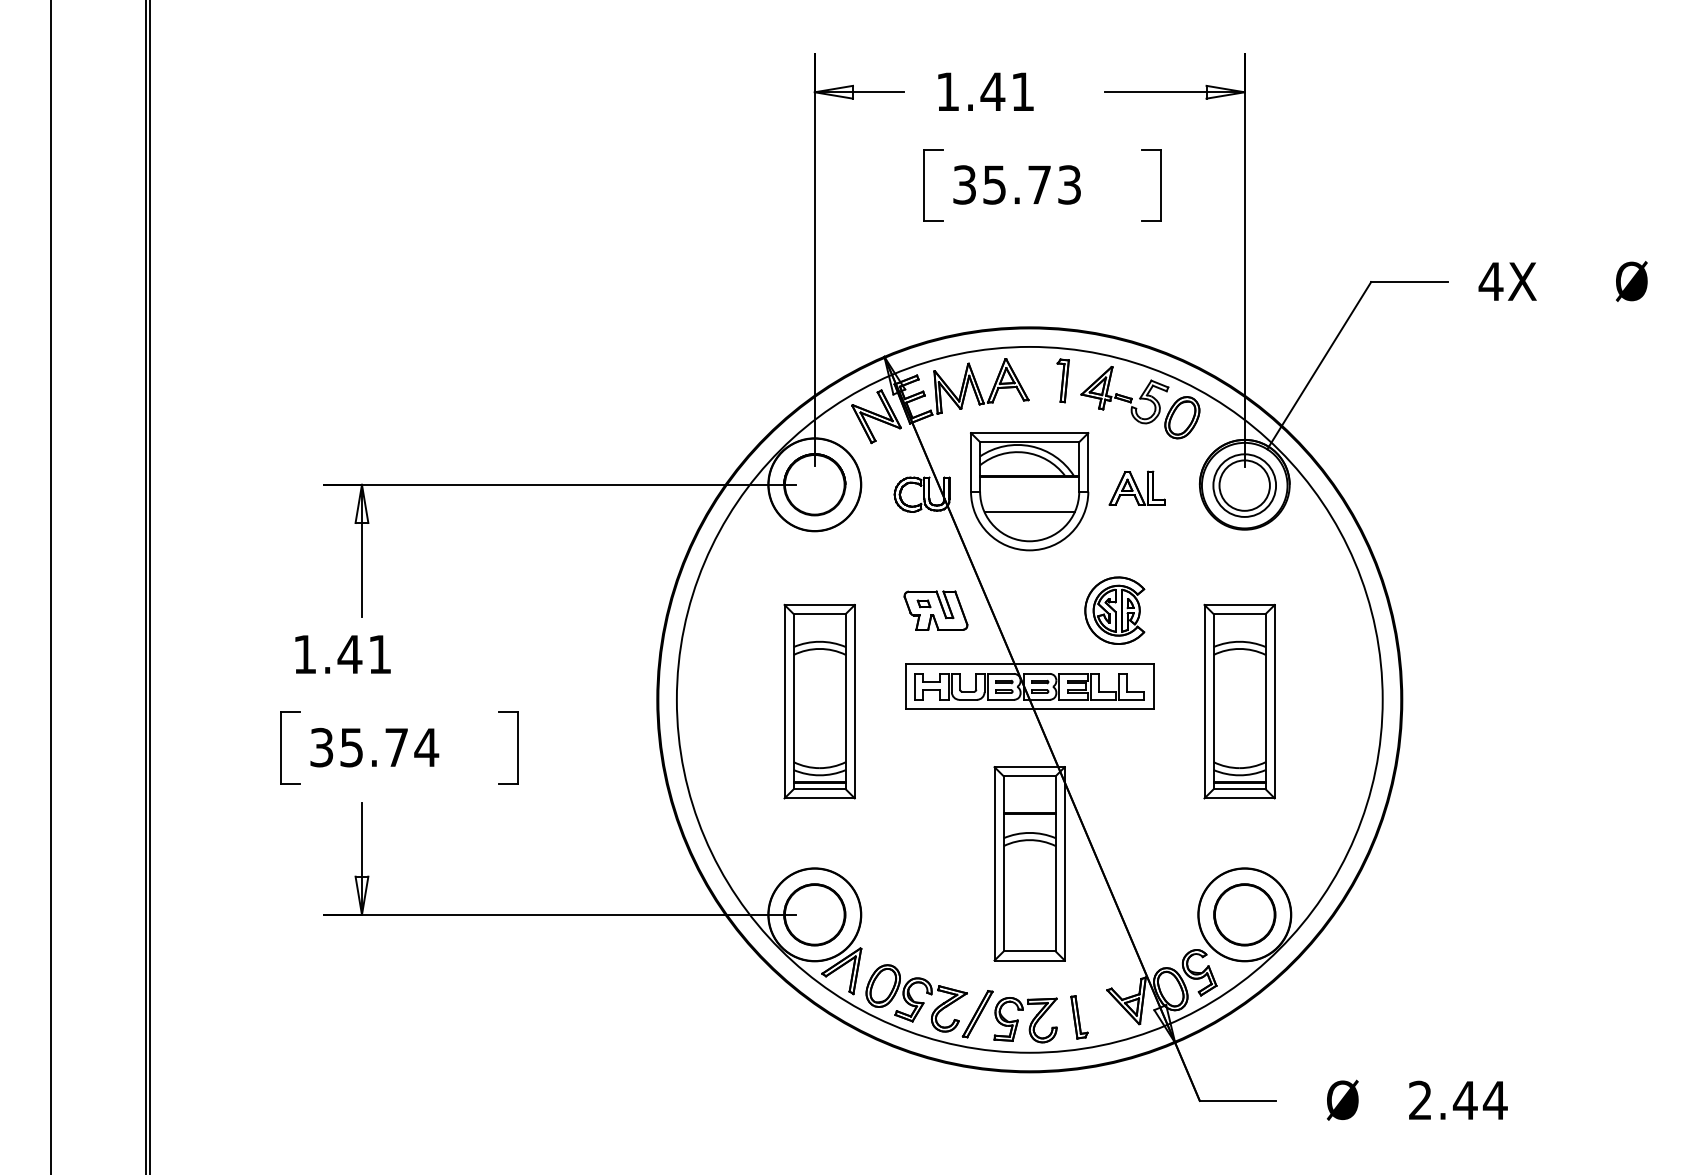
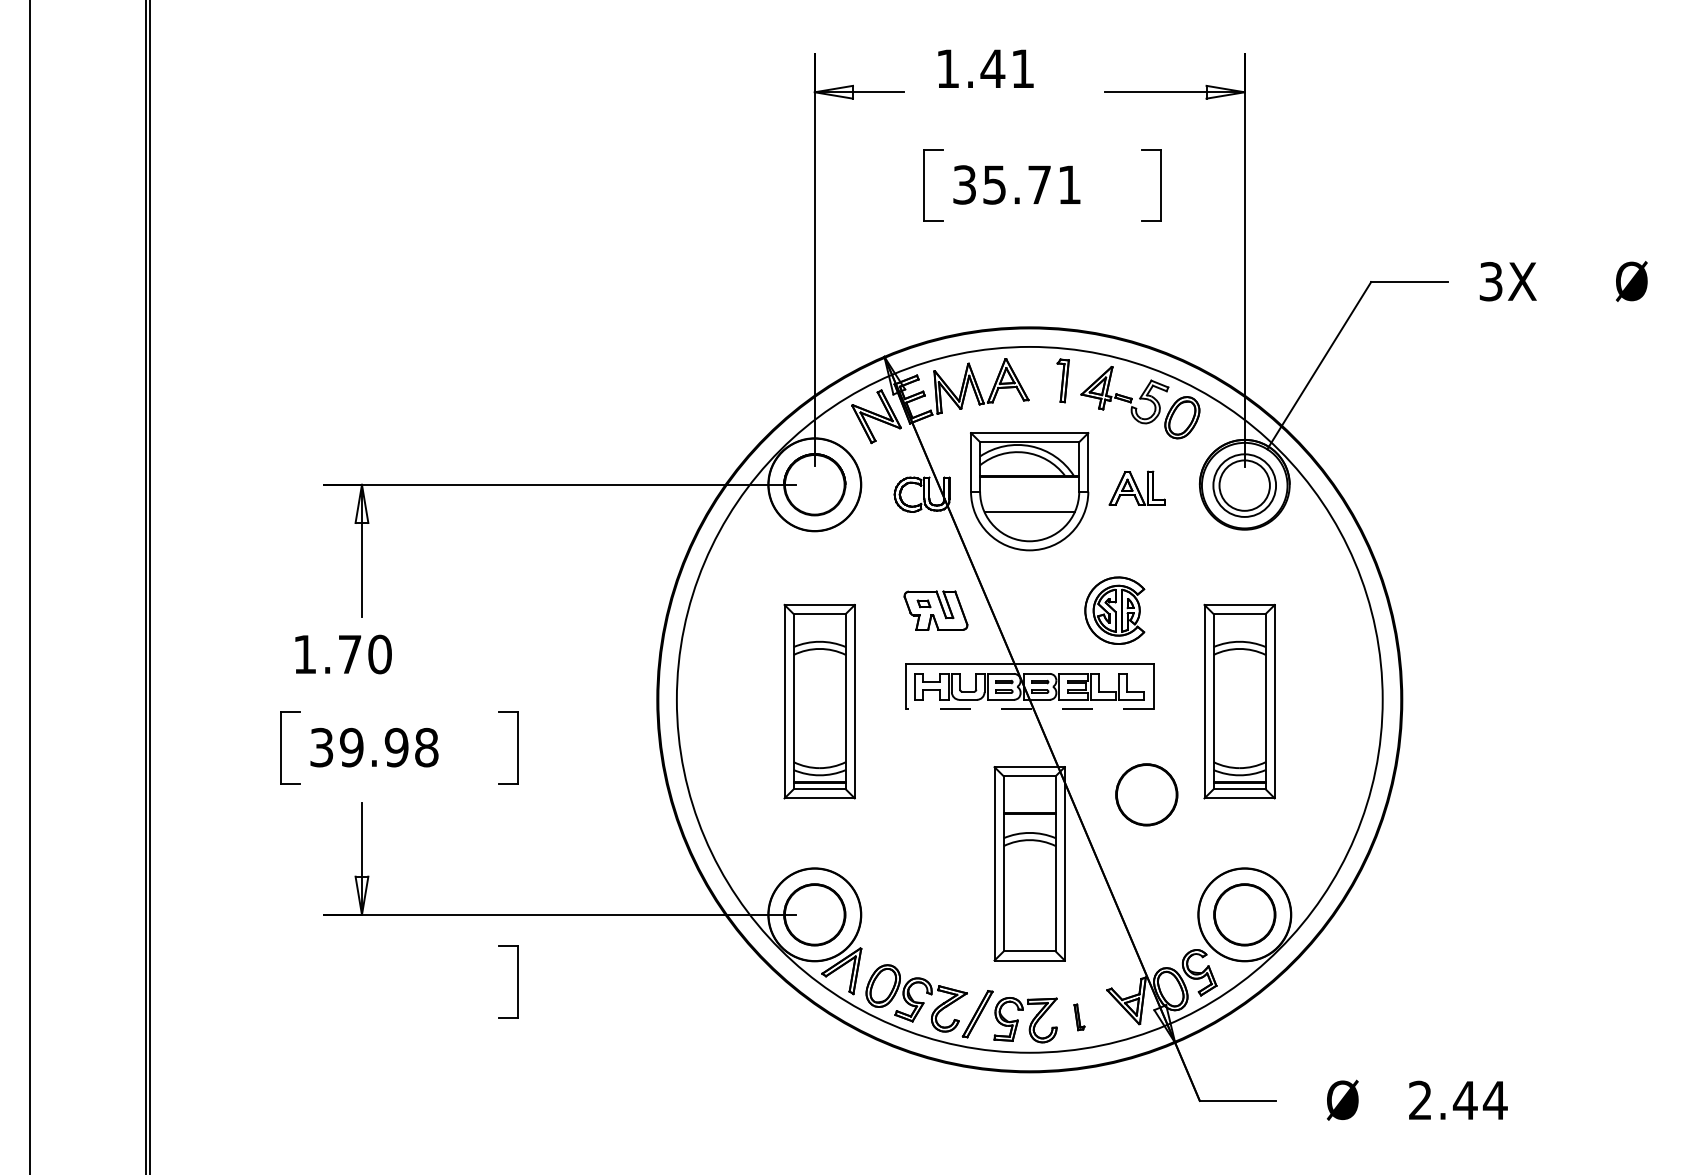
text at (985, 91) position: (985, 91) -> (985, 68)
text at (1069, 184): 35.73 -> 35.71
text at (1490, 281): 4X -> 3X
line at (50, 586) position: (50, 586) -> (29, 586)
text at (364, 654): 1.41 -> 1.70
line at (1029, 709): solid -> dashed
text at (389, 747): 35.74 -> 39.98
circle at (1146, 794): none -> present
part at (517, 981): none -> present
part at (1079, 1017) size: 19x45 px -> 13x29 px
